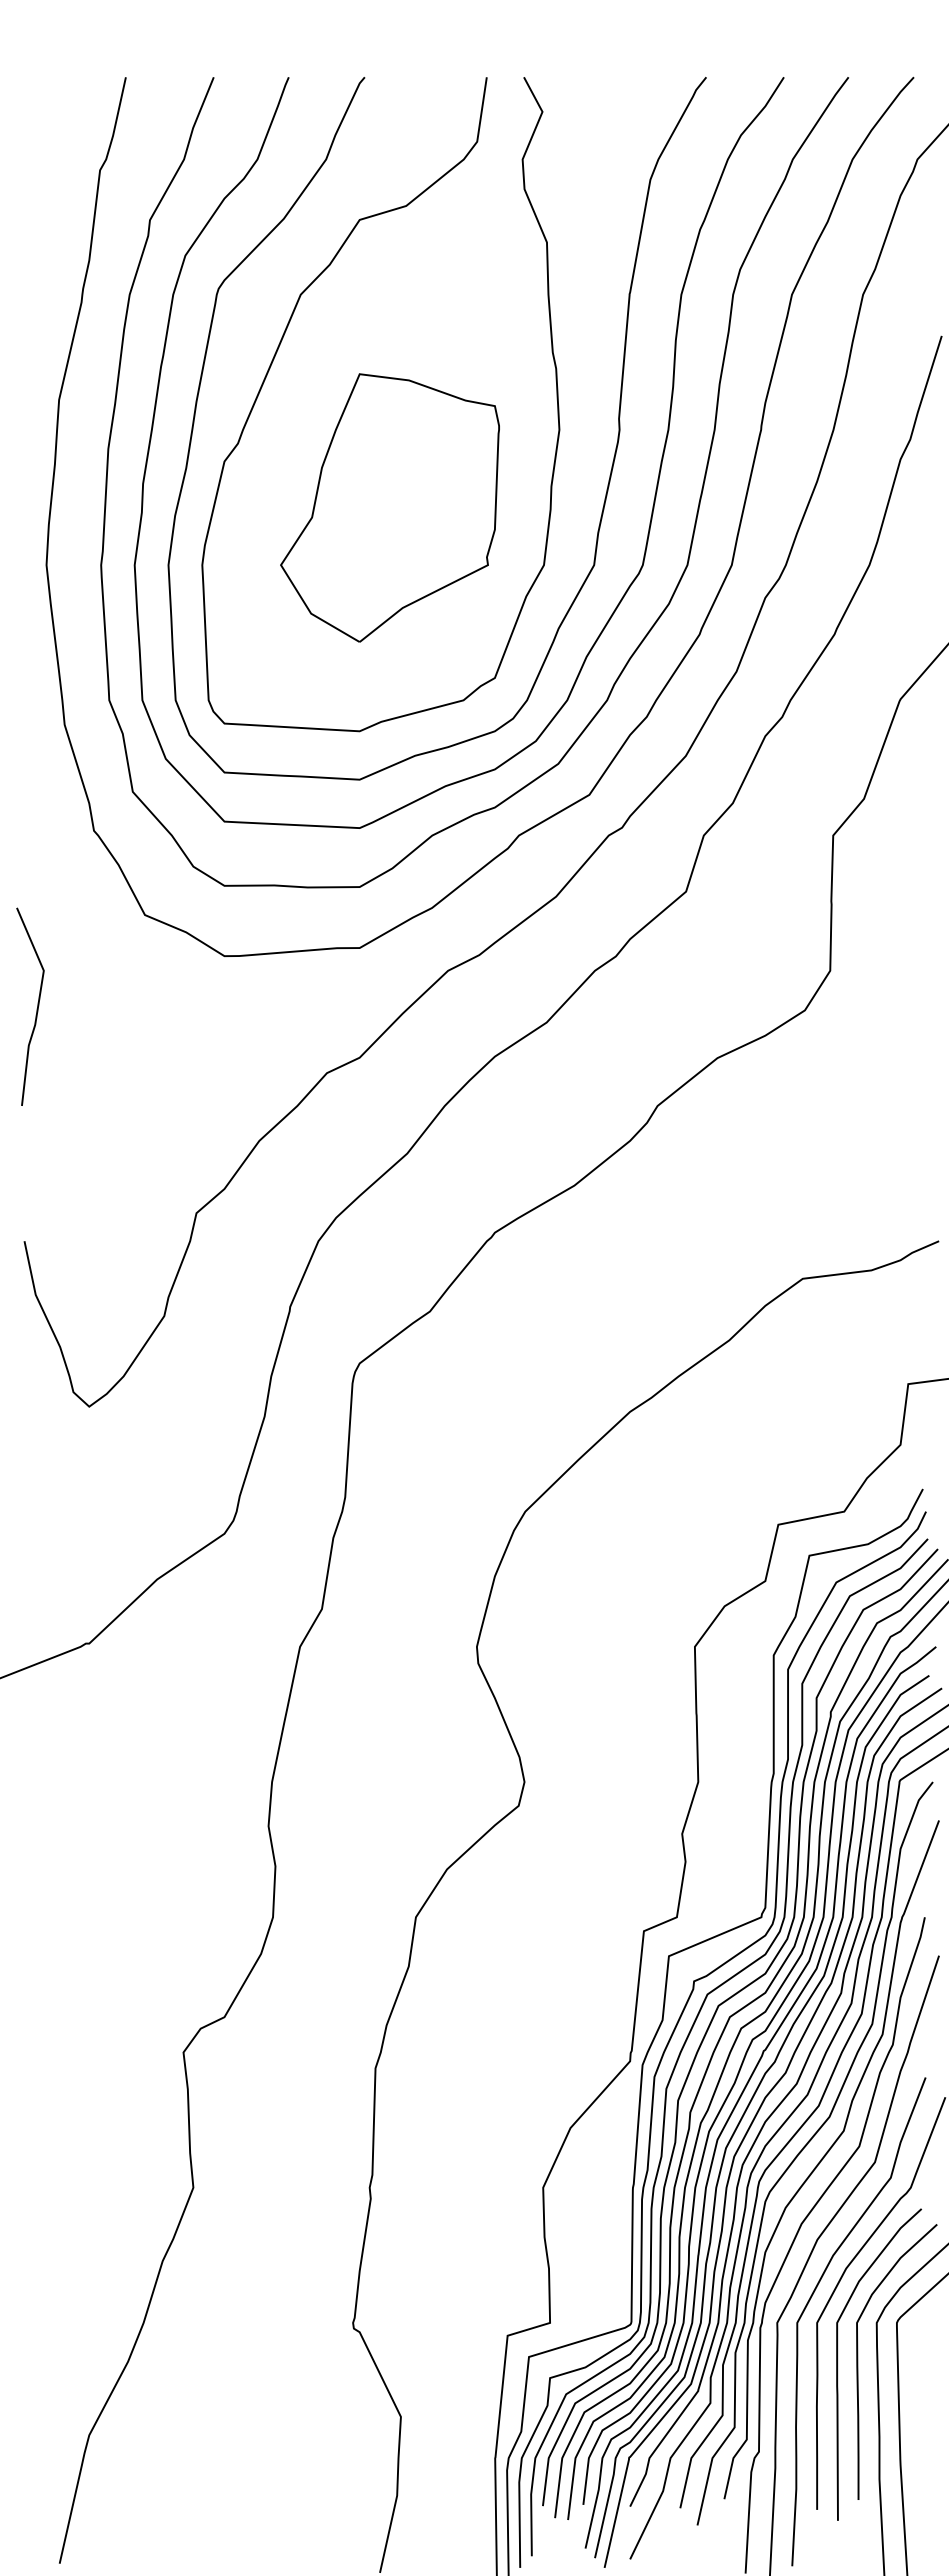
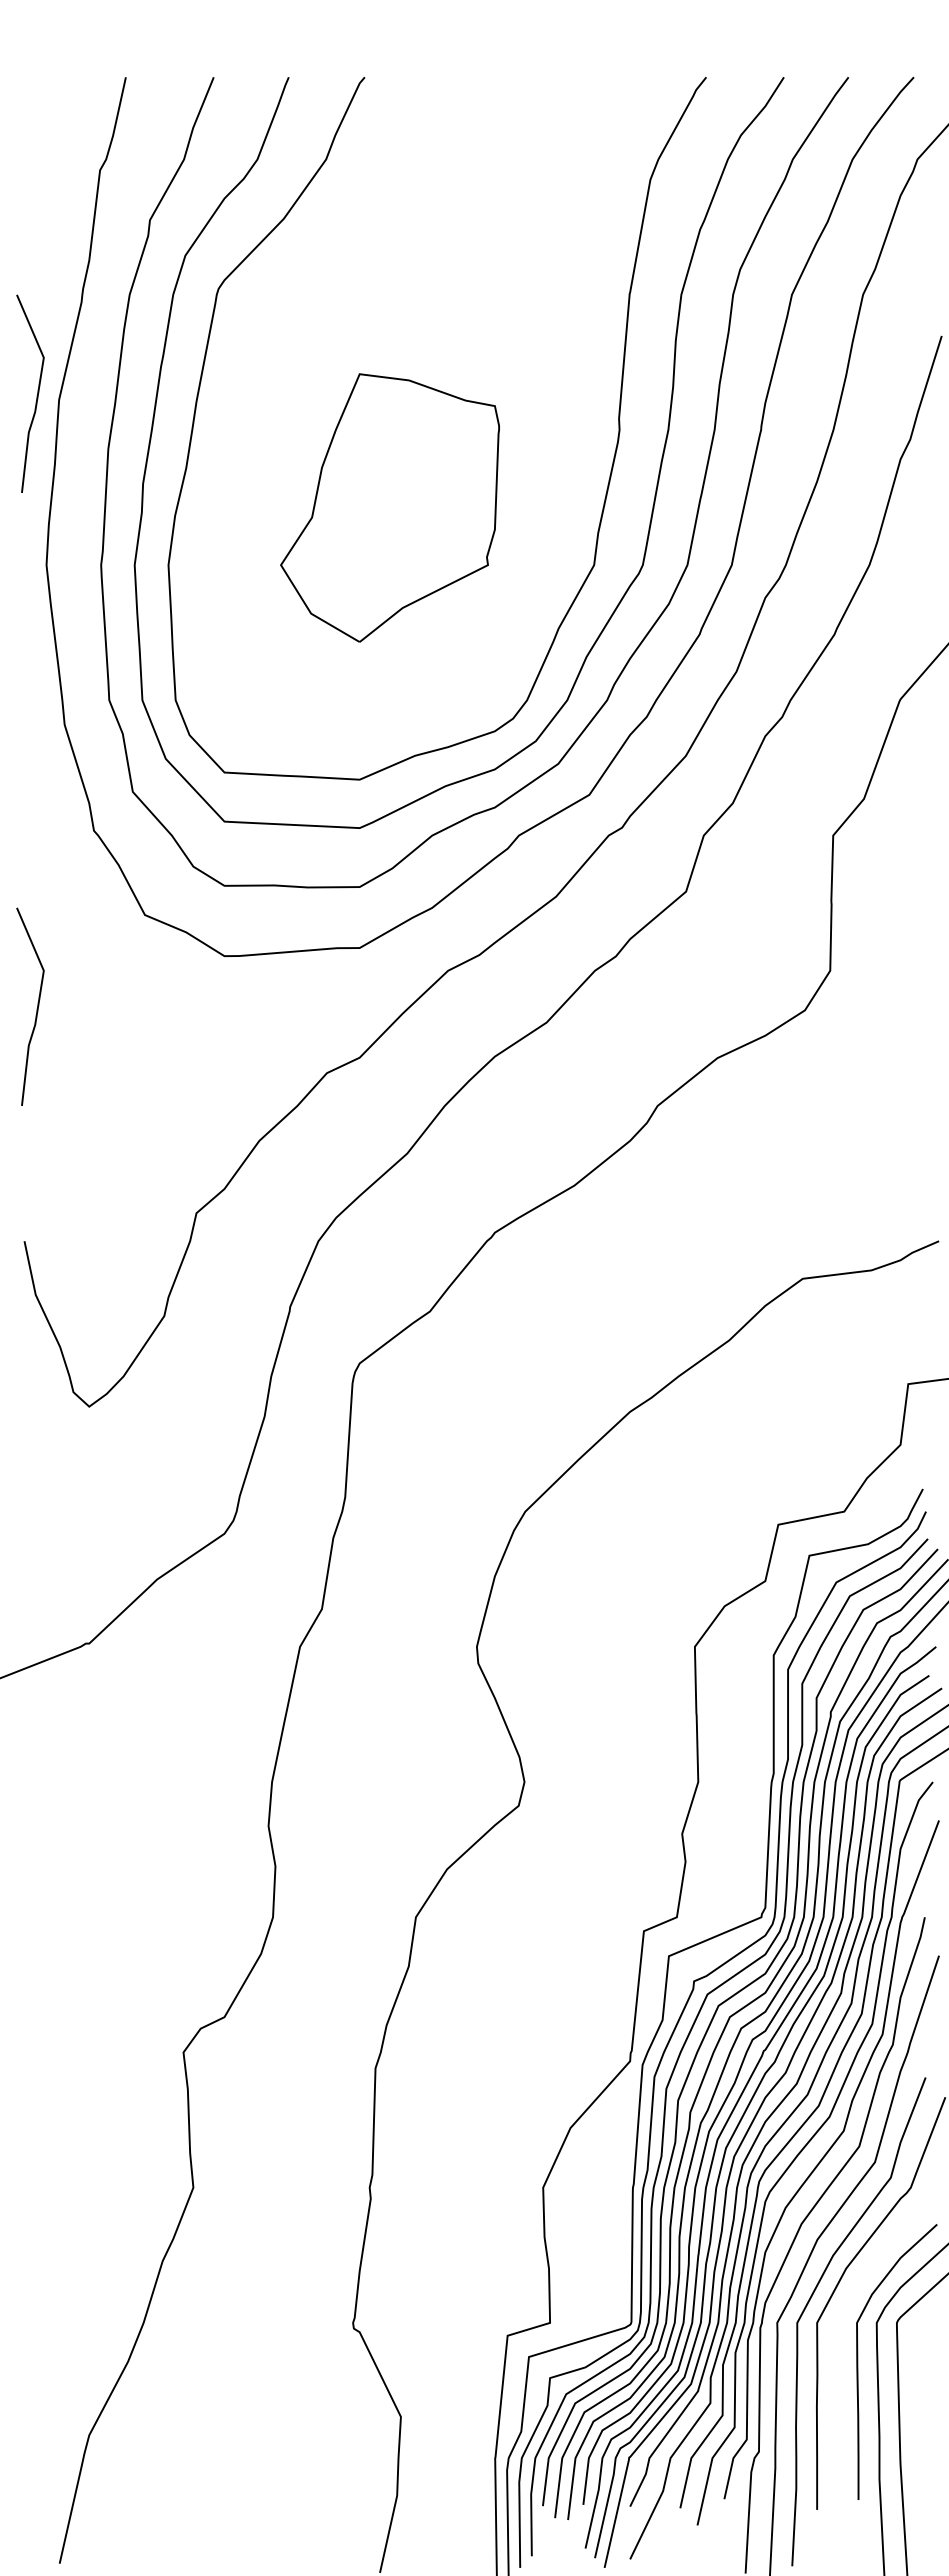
curve at (275, 357): present -> none
line at (36, 395): none -> present
curve at (838, 2364): present -> none
